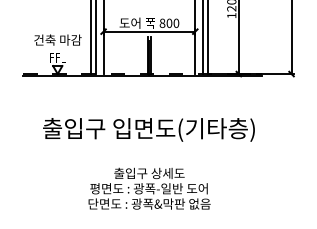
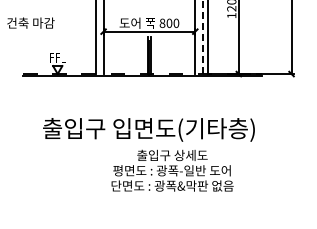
line at (203, 37): solid -> dashed
line at (90, 38): present -> none
text at (57, 39) position: (57, 39) -> (30, 22)
text at (149, 188) position: (149, 188) -> (172, 170)
